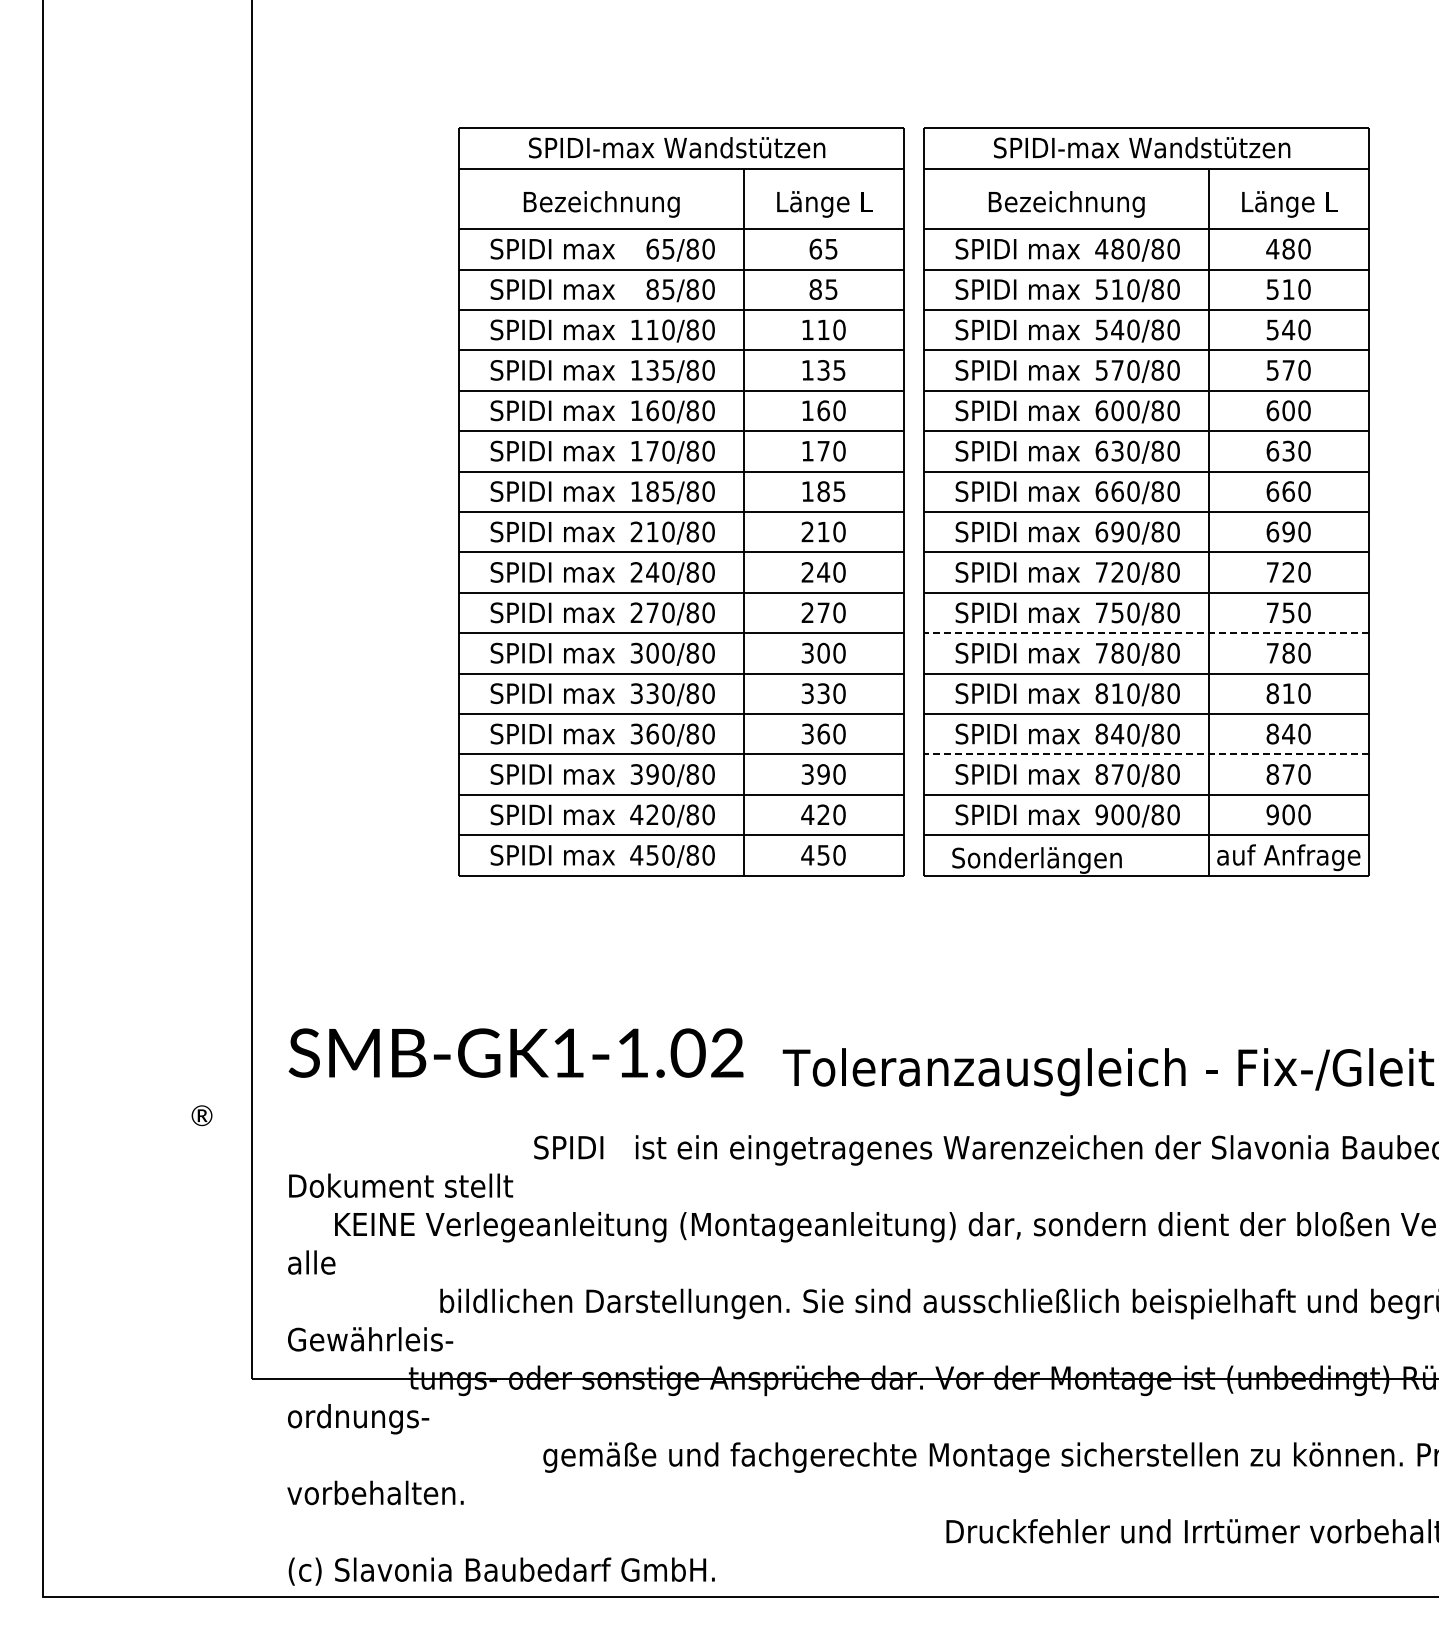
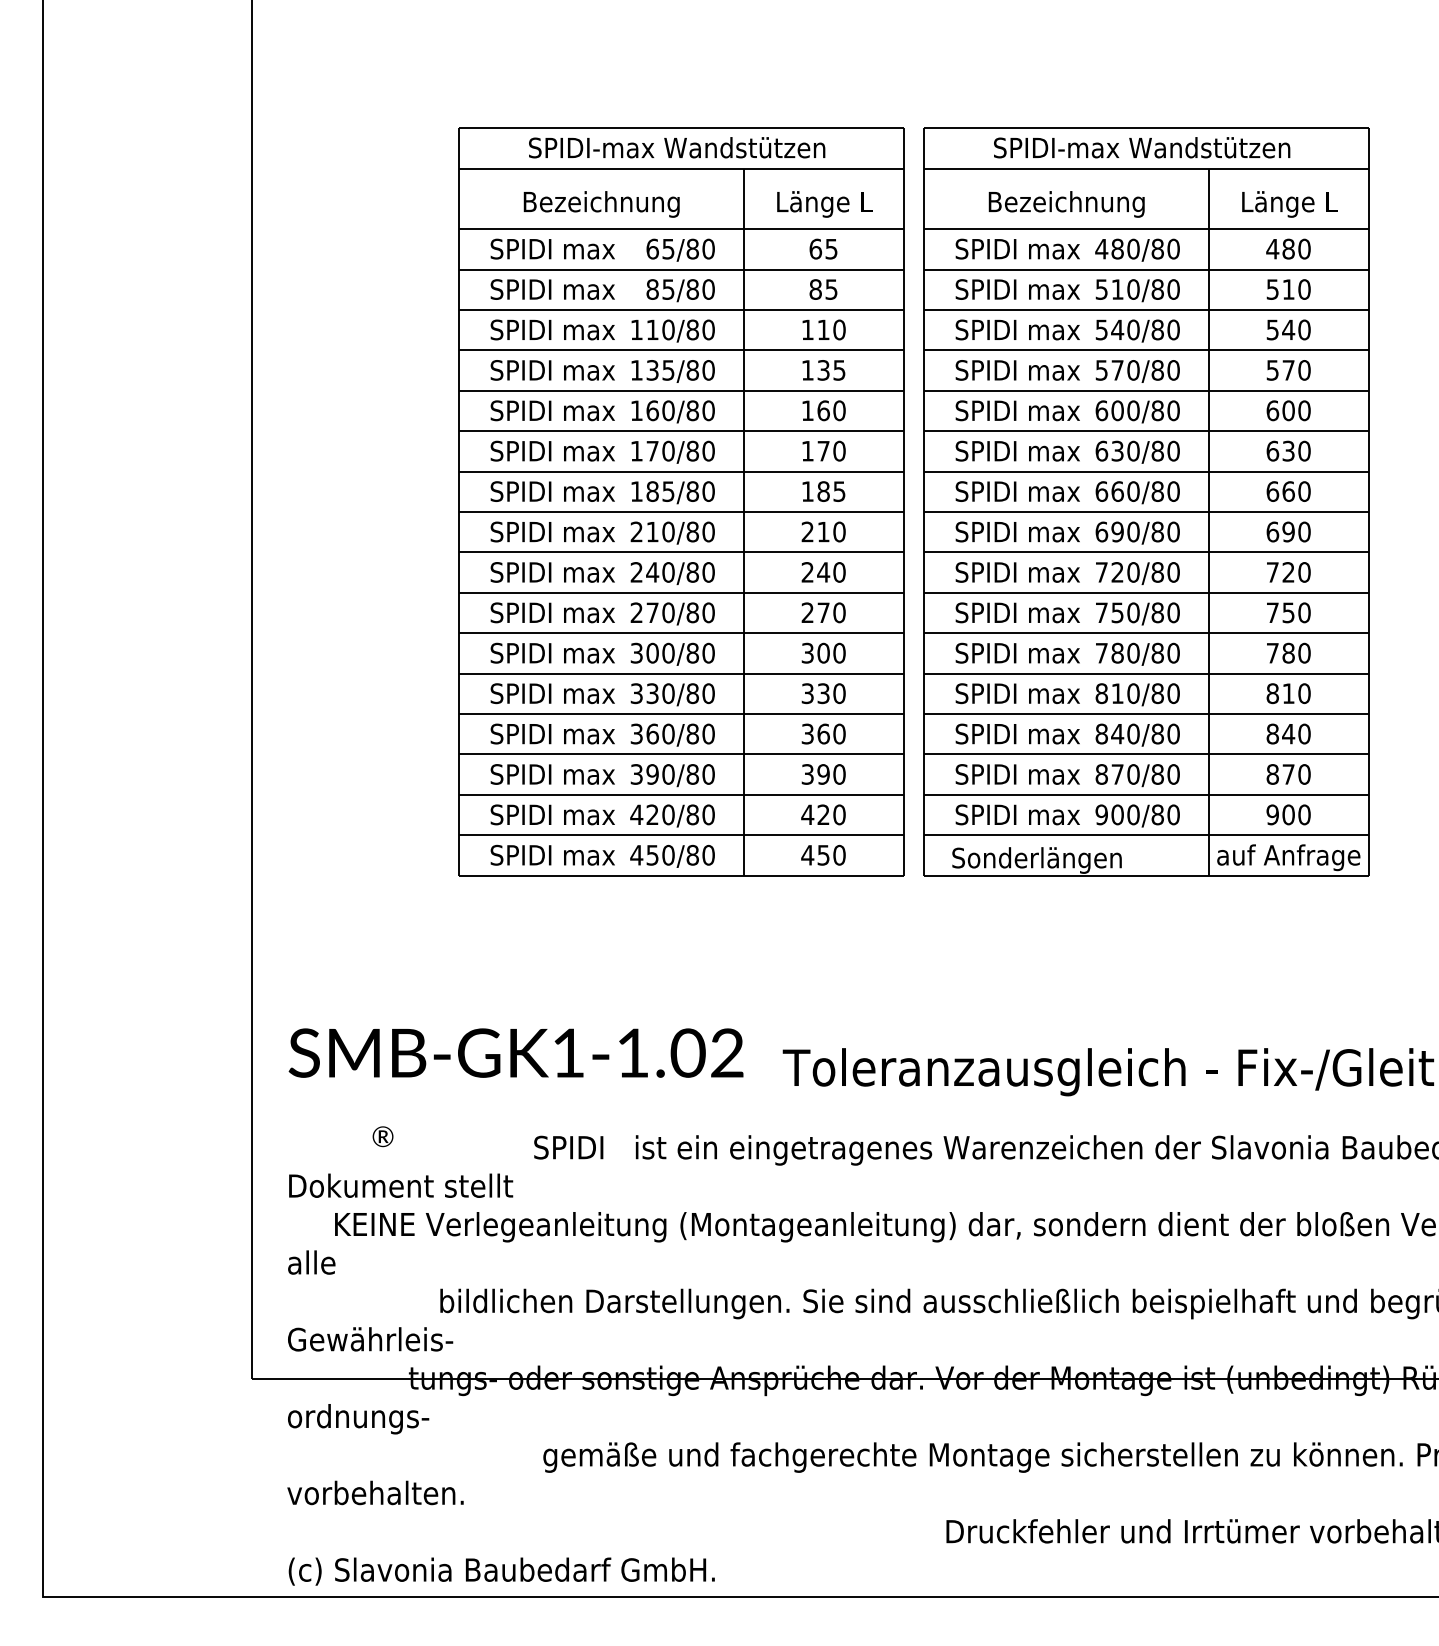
line at (1145, 633): dashed -> solid
line at (1145, 754): dashed -> solid
text at (201, 1115) position: (201, 1115) -> (382, 1136)
